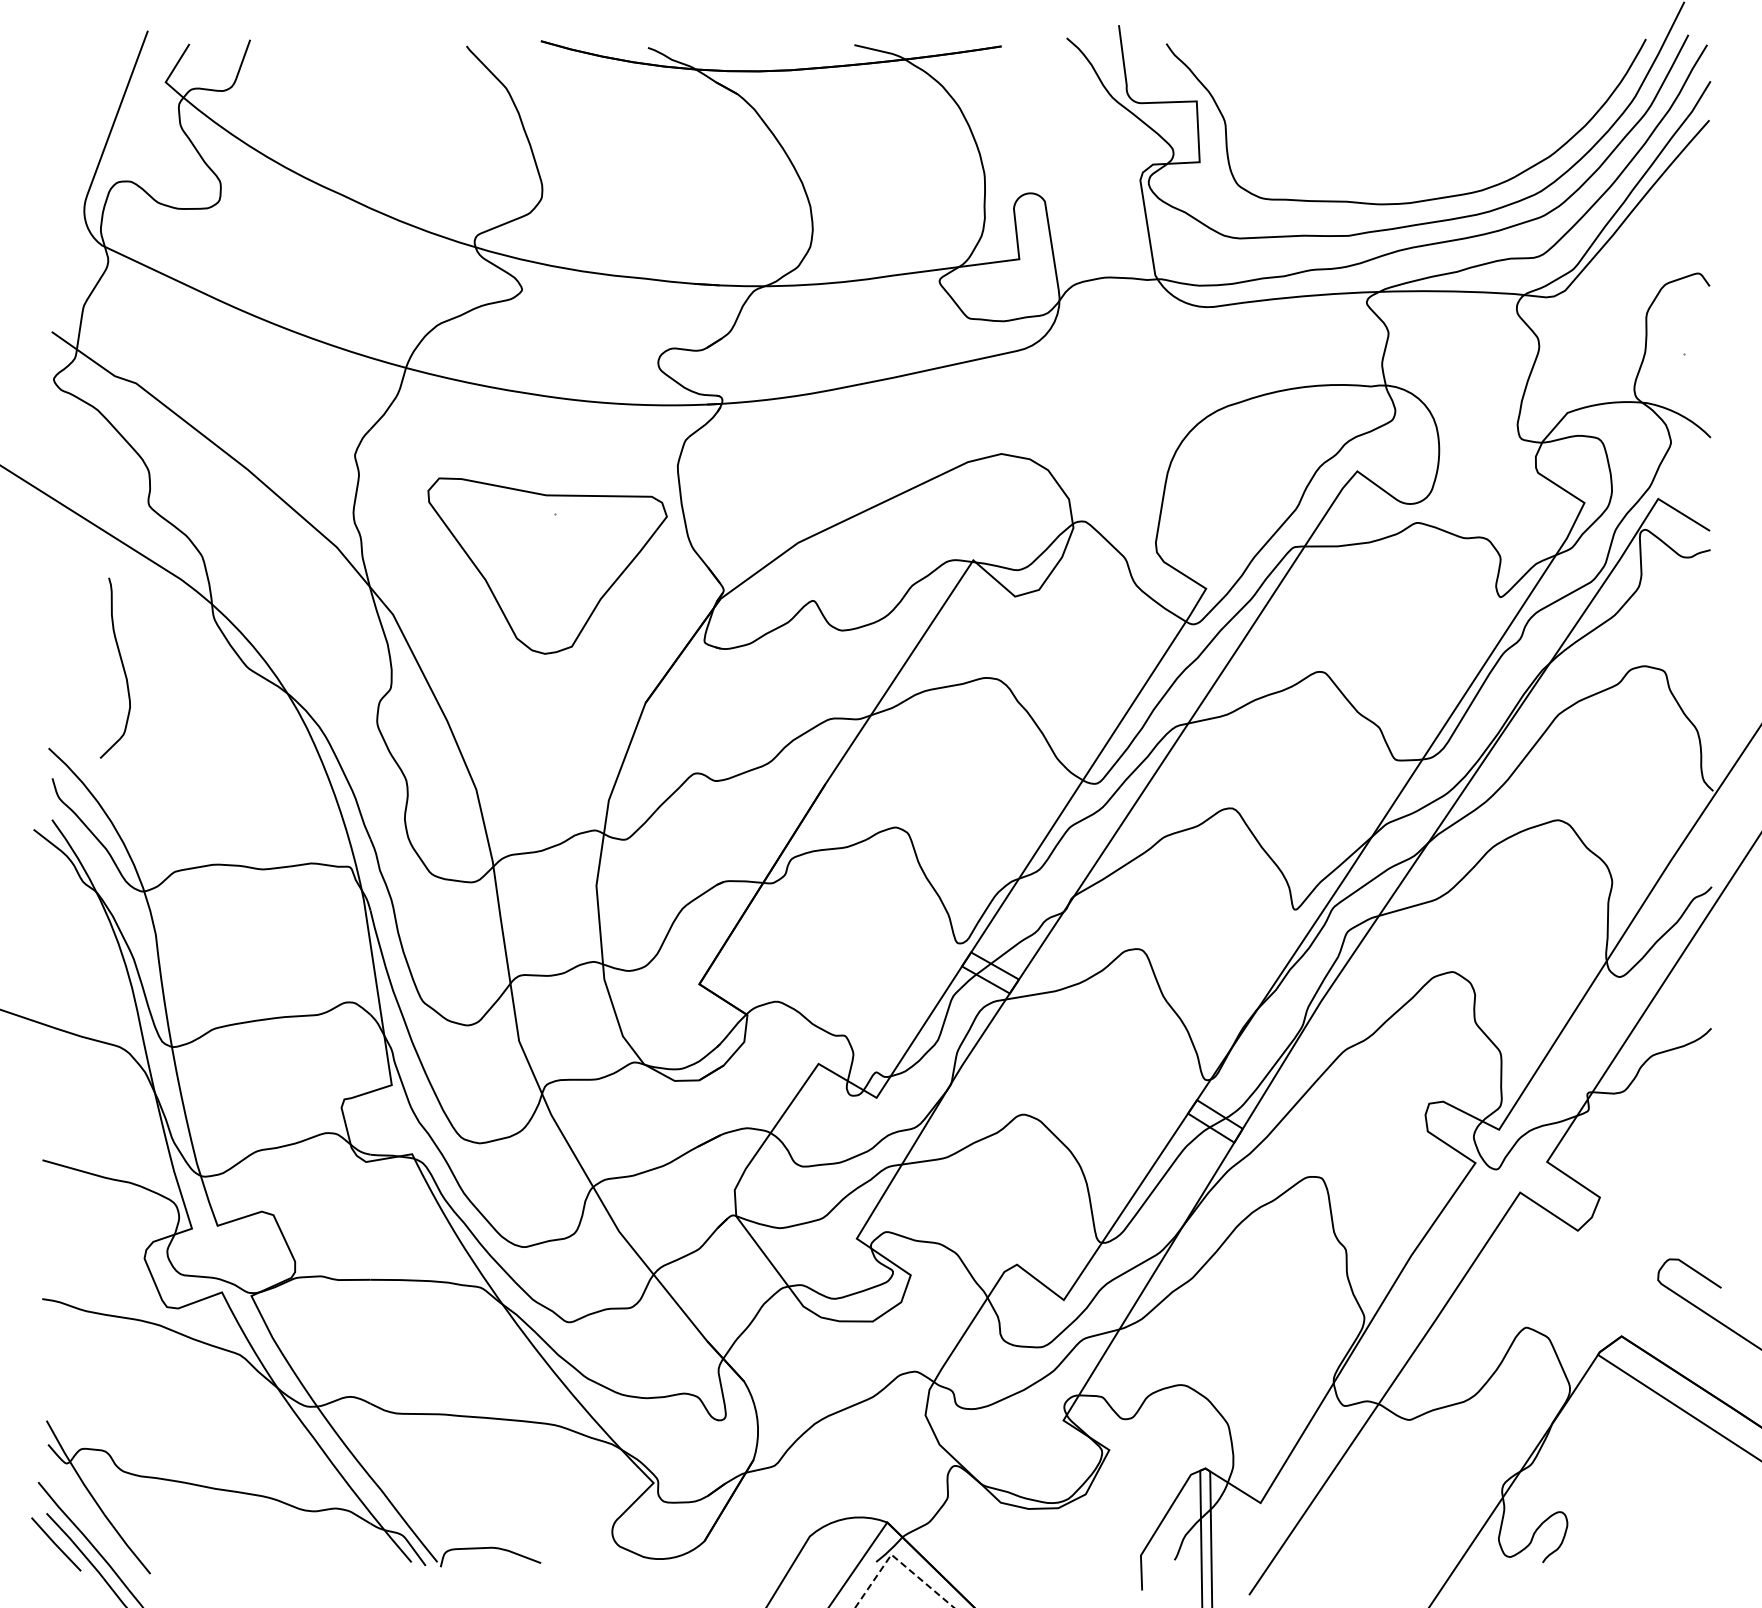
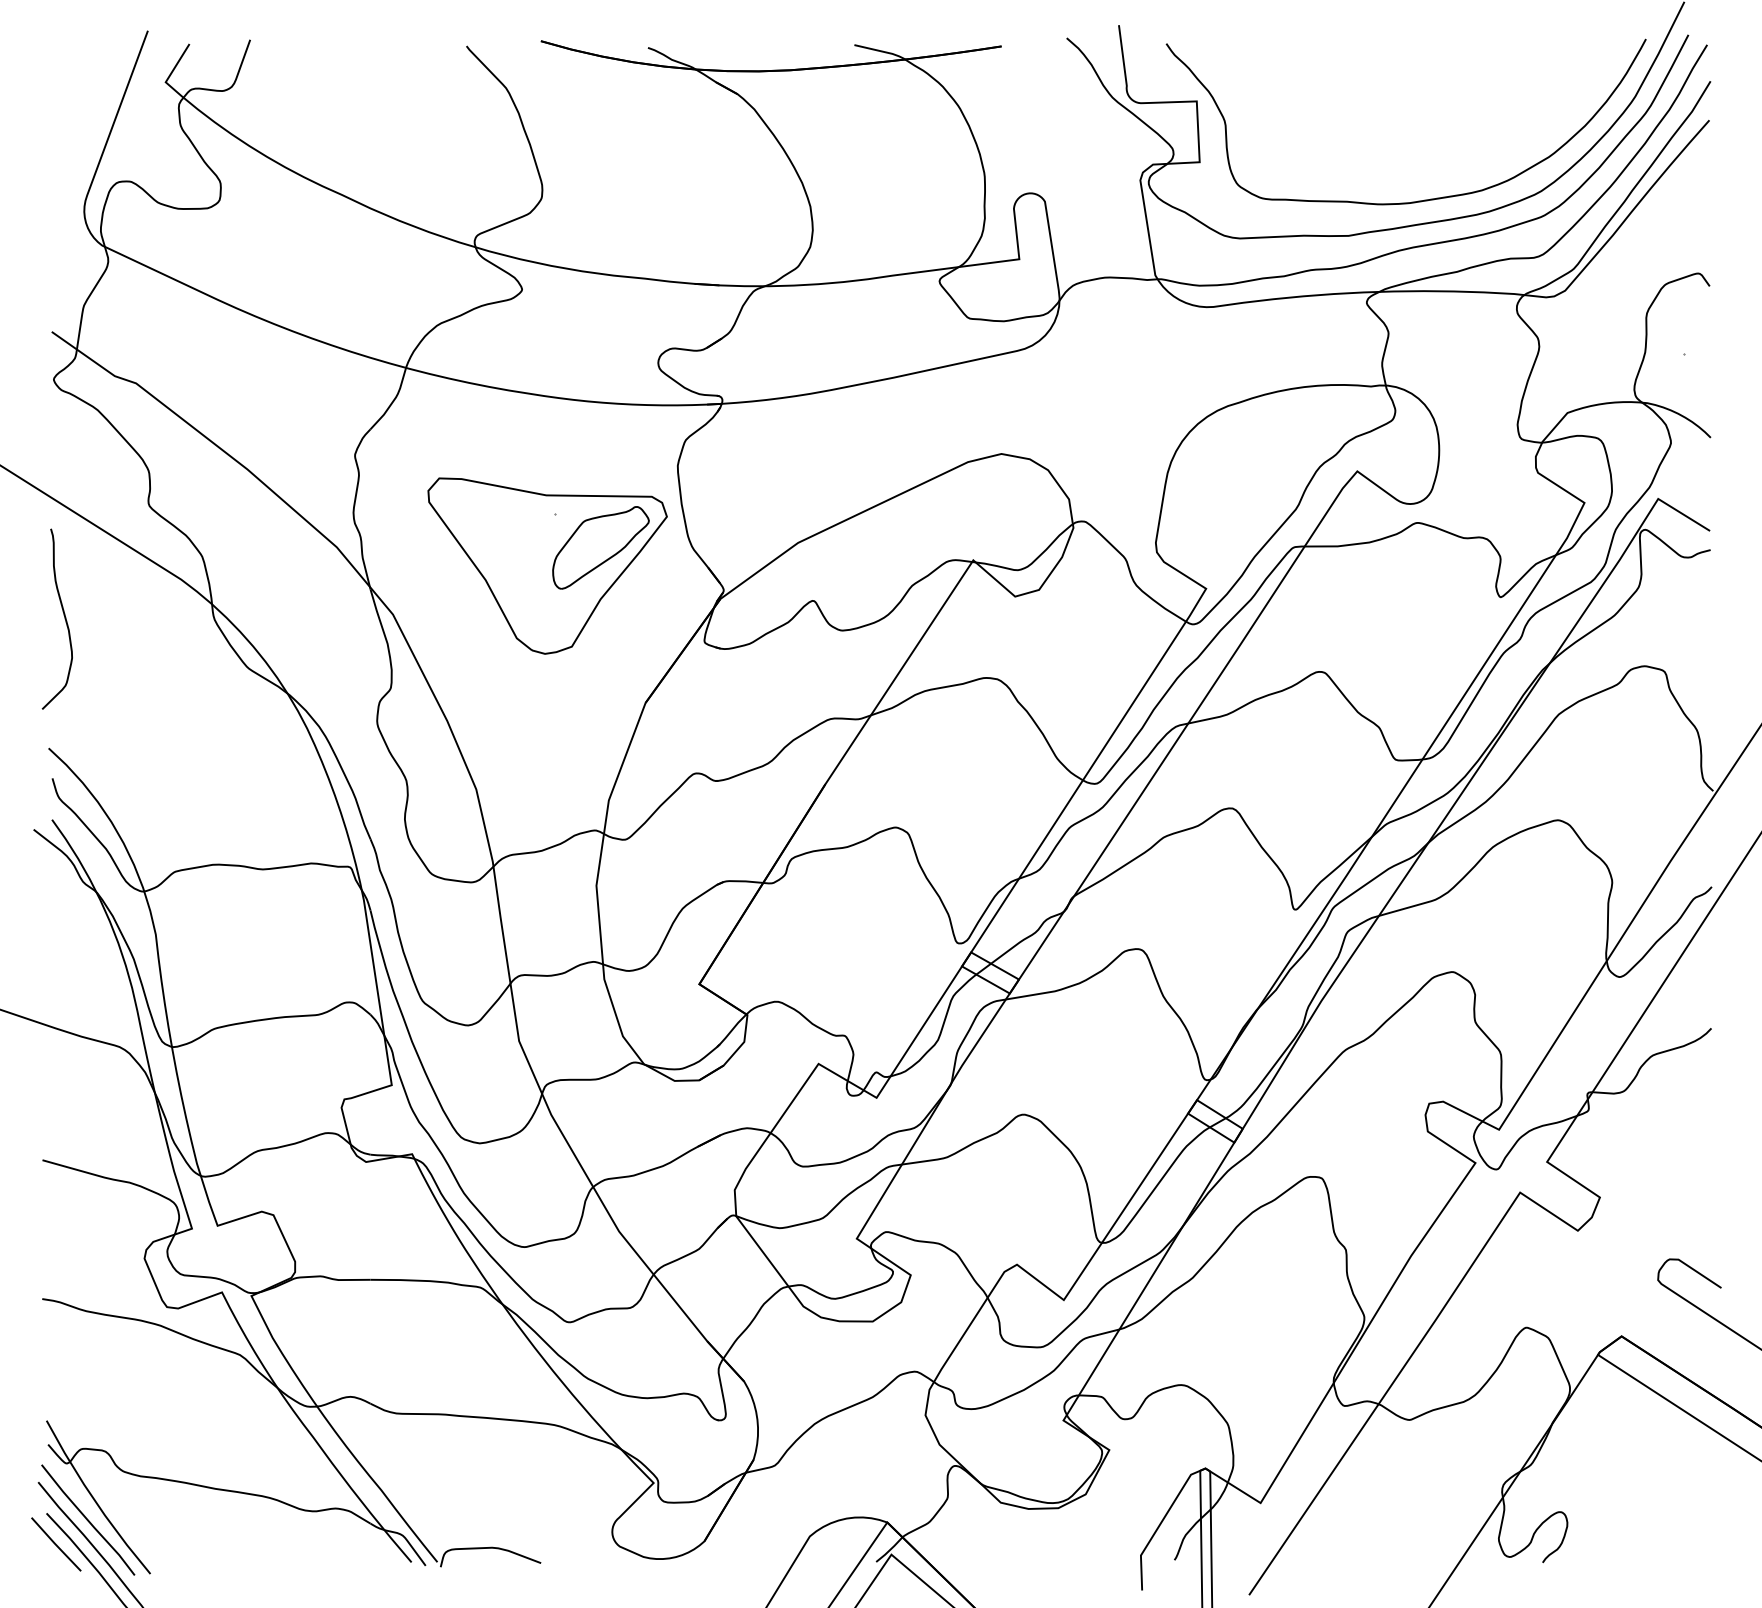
part at (600, 547): none -> present
curve at (121, 664) position: (121, 664) -> (63, 615)
line at (88, 1519): none -> present
line at (897, 1559): dashed -> solid
